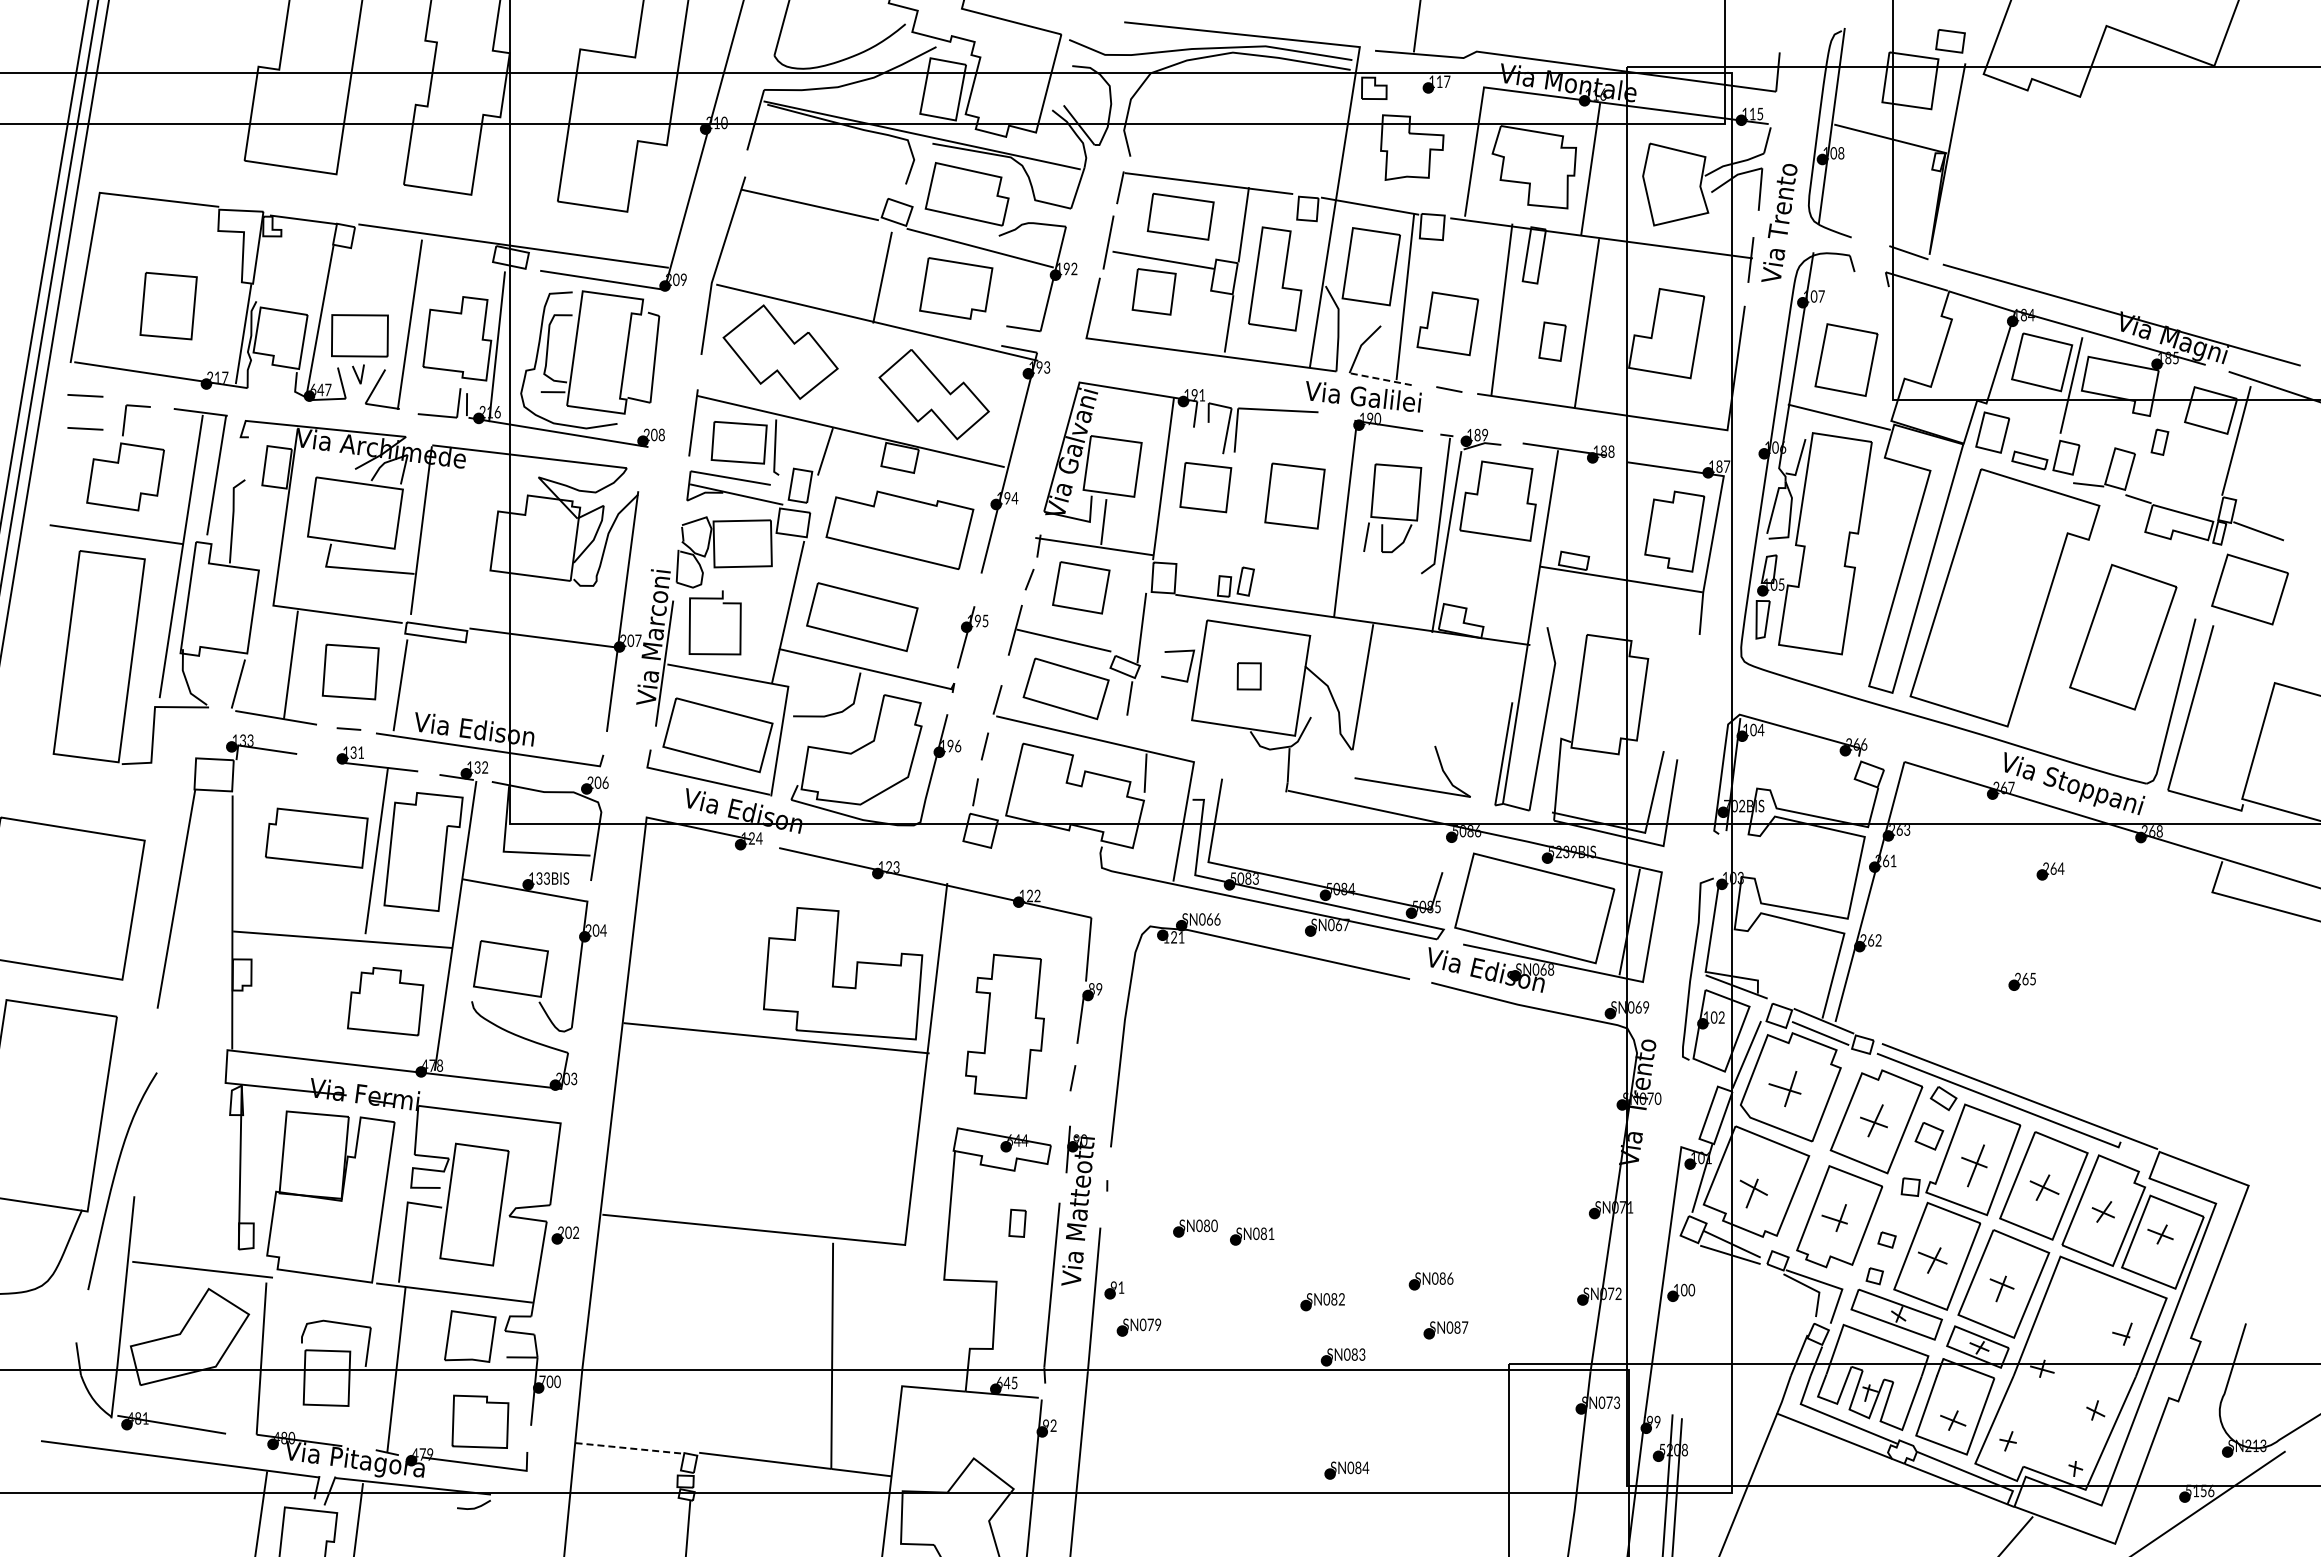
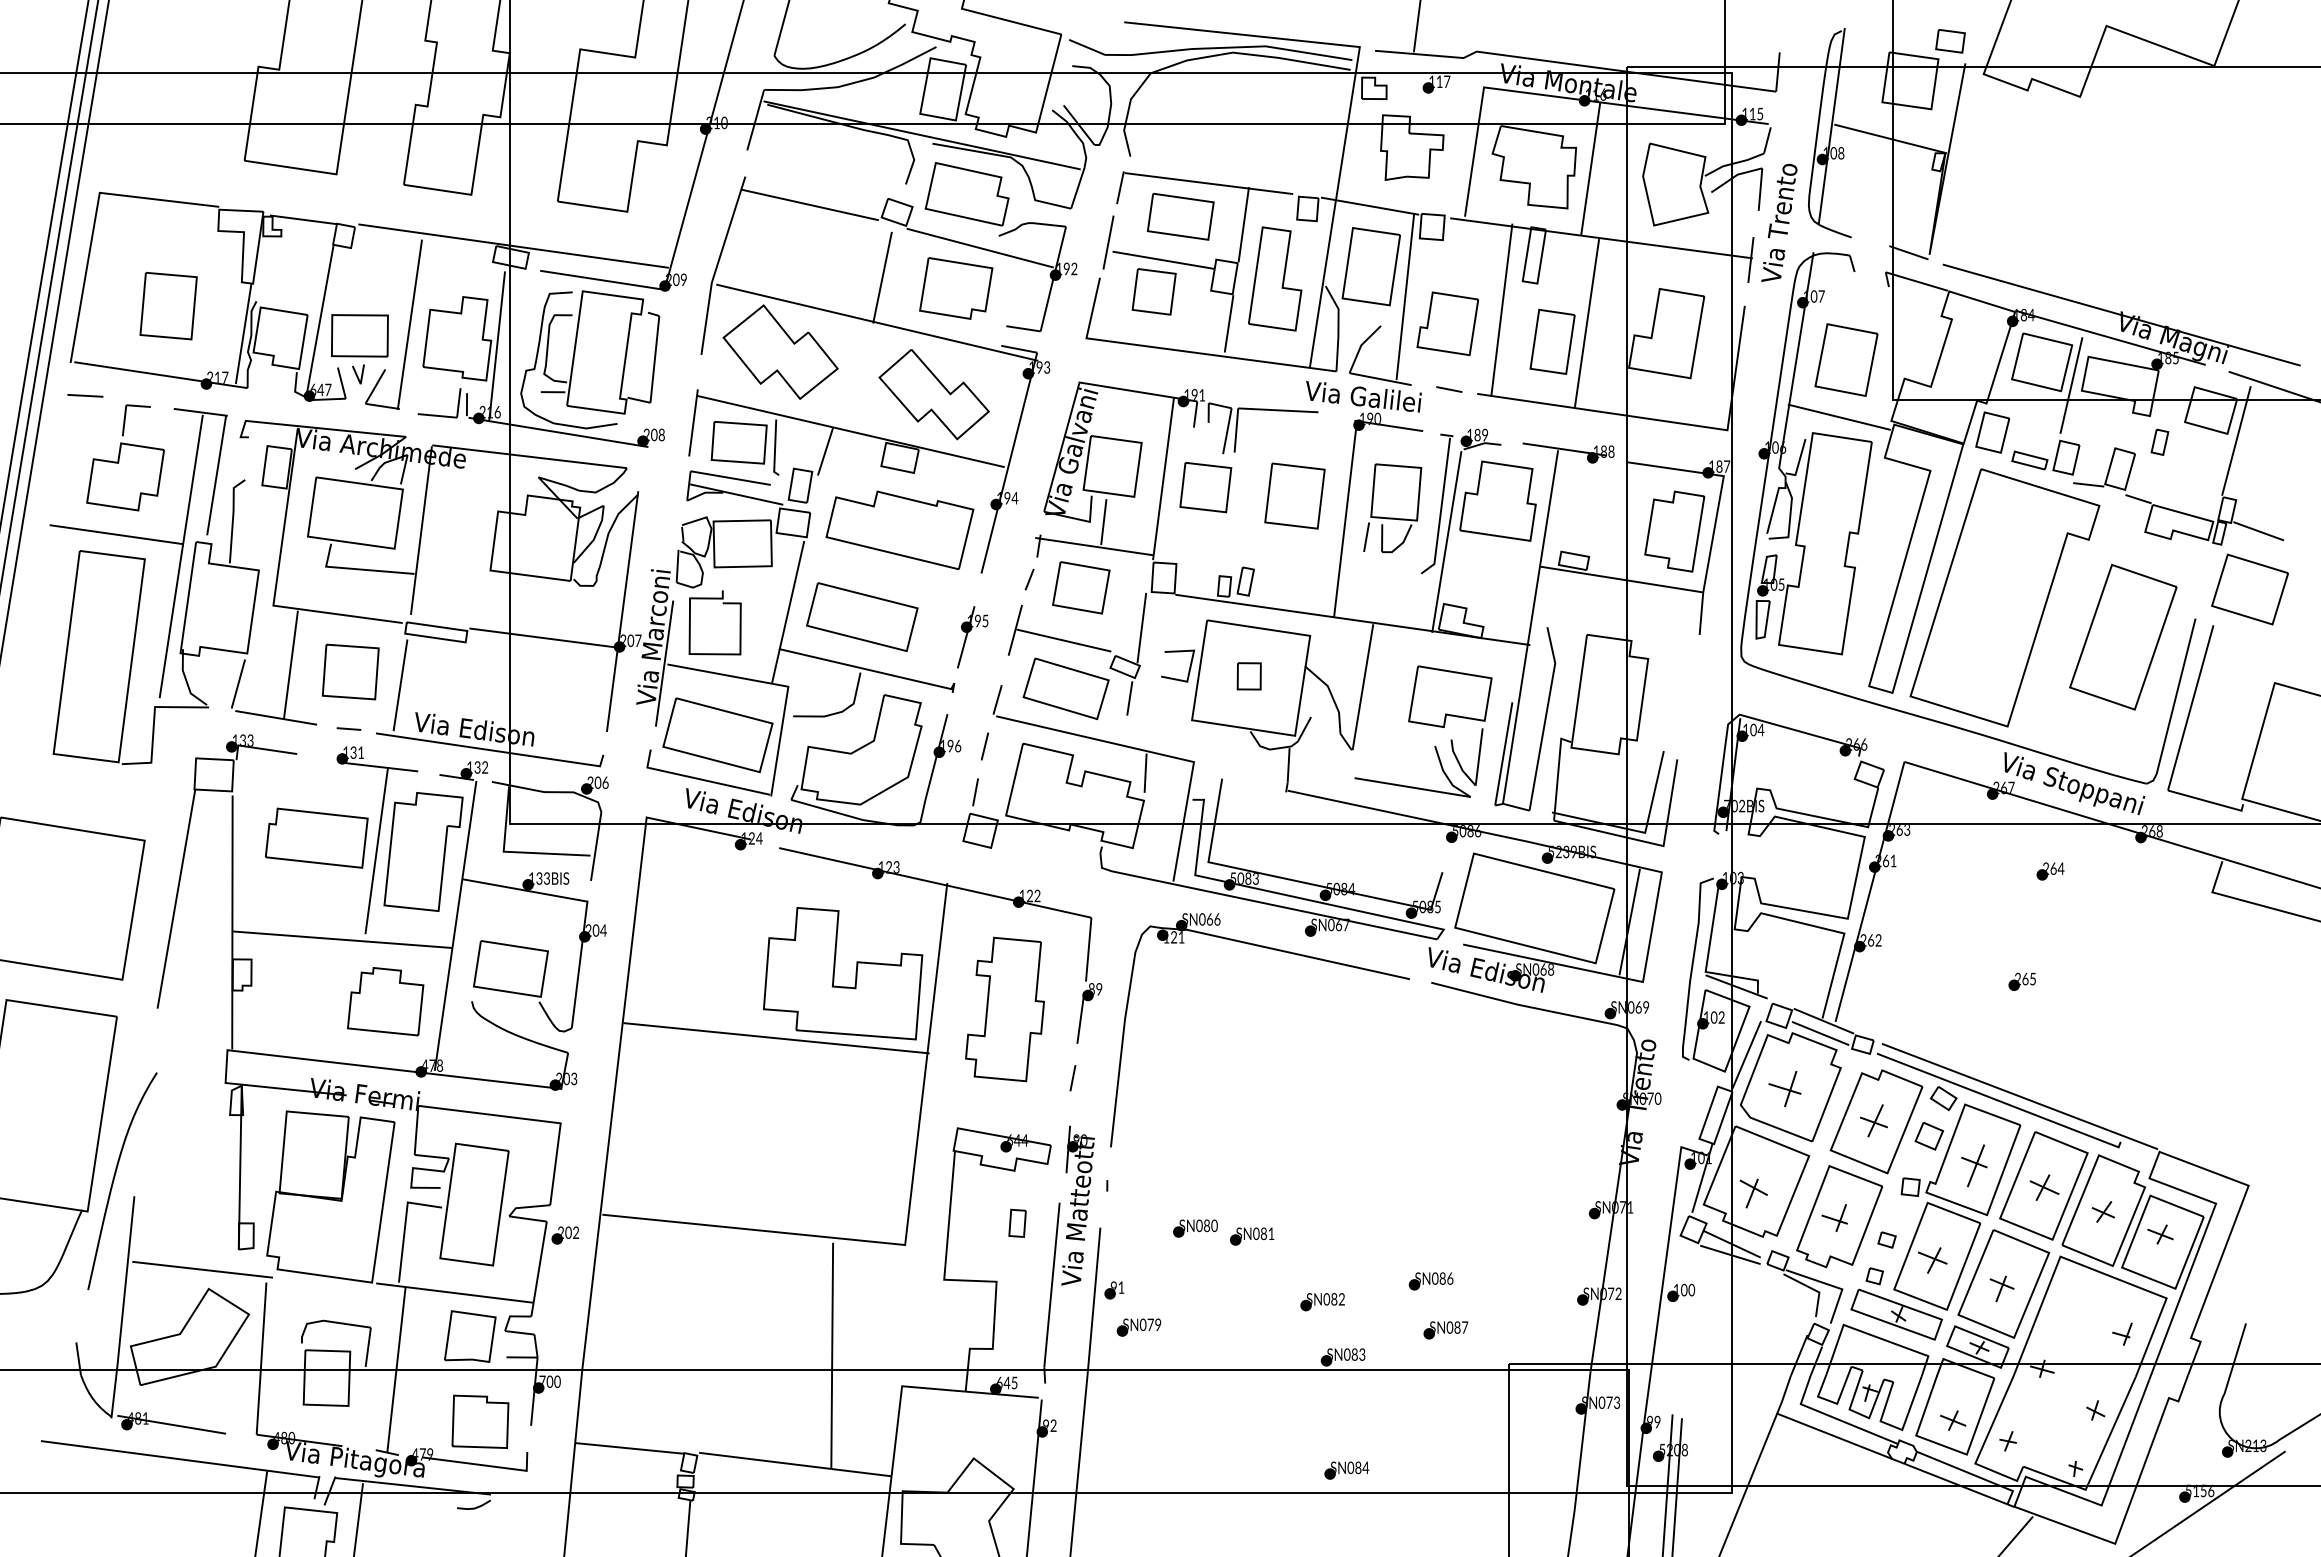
part at (1552, 341) size: 29x41 px -> 47x67 px
line at (1380, 379): dashed -> solid
line at (85, 428): present -> none
part at (1450, 725): none -> present
part at (1004, 1026) position: (1004, 1026) -> (1004, 1009)
line at (630, 1448): dashed -> solid
